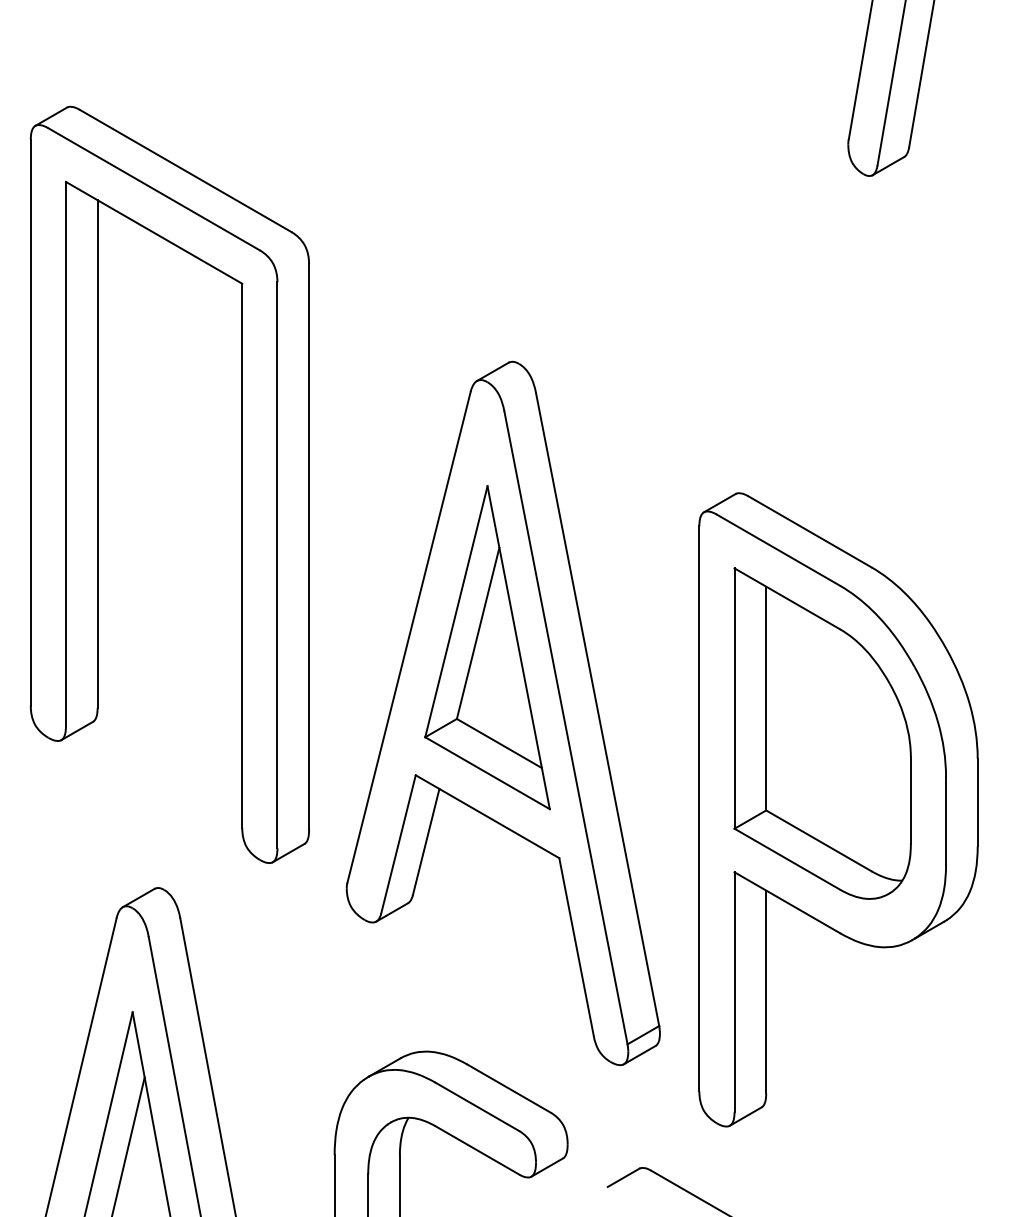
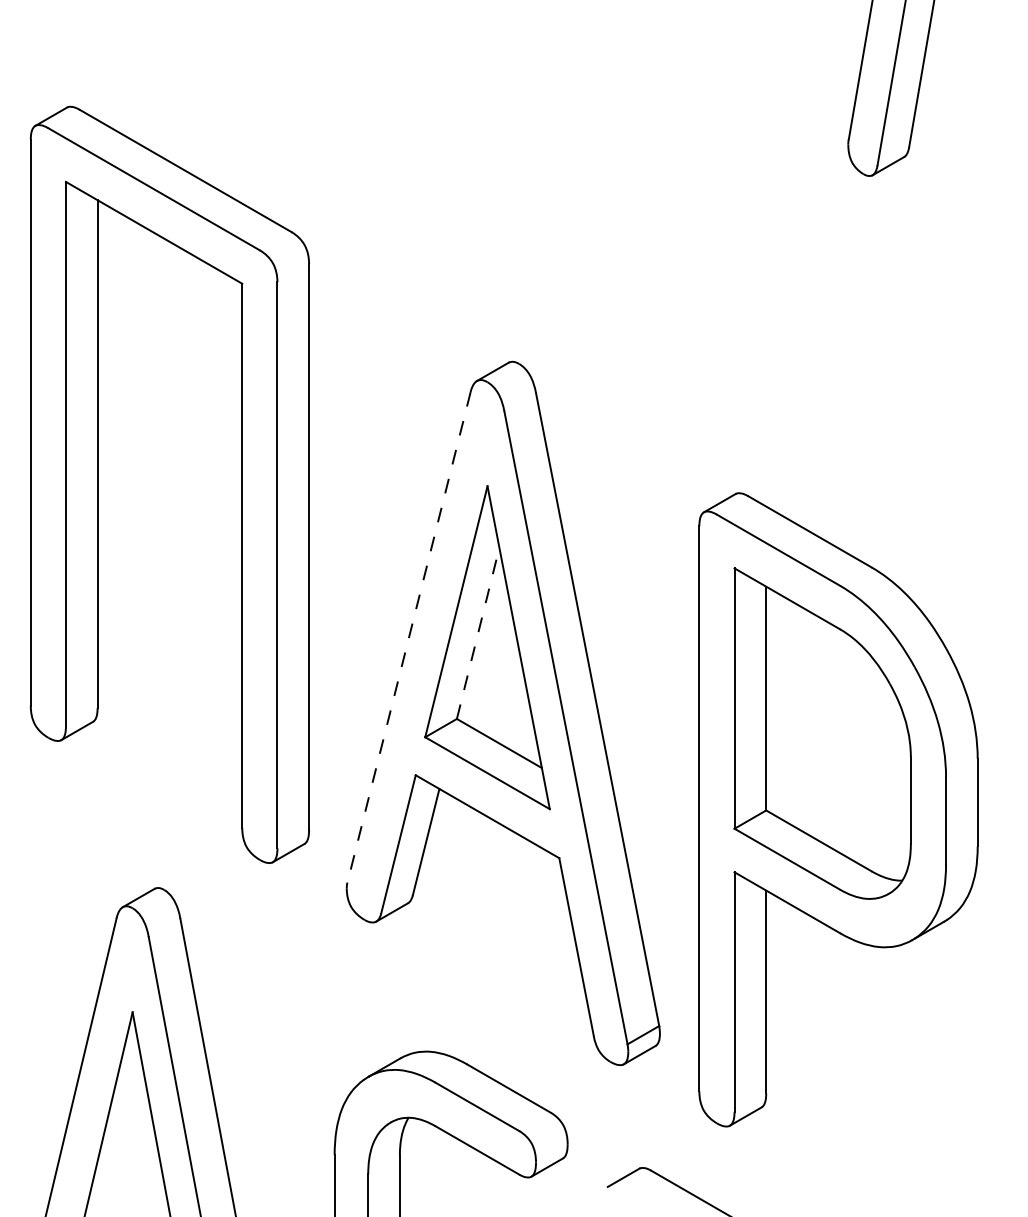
line at (478, 632): solid -> dashed
line at (409, 637): solid -> dashed
line at (128, 1145): present -> none
